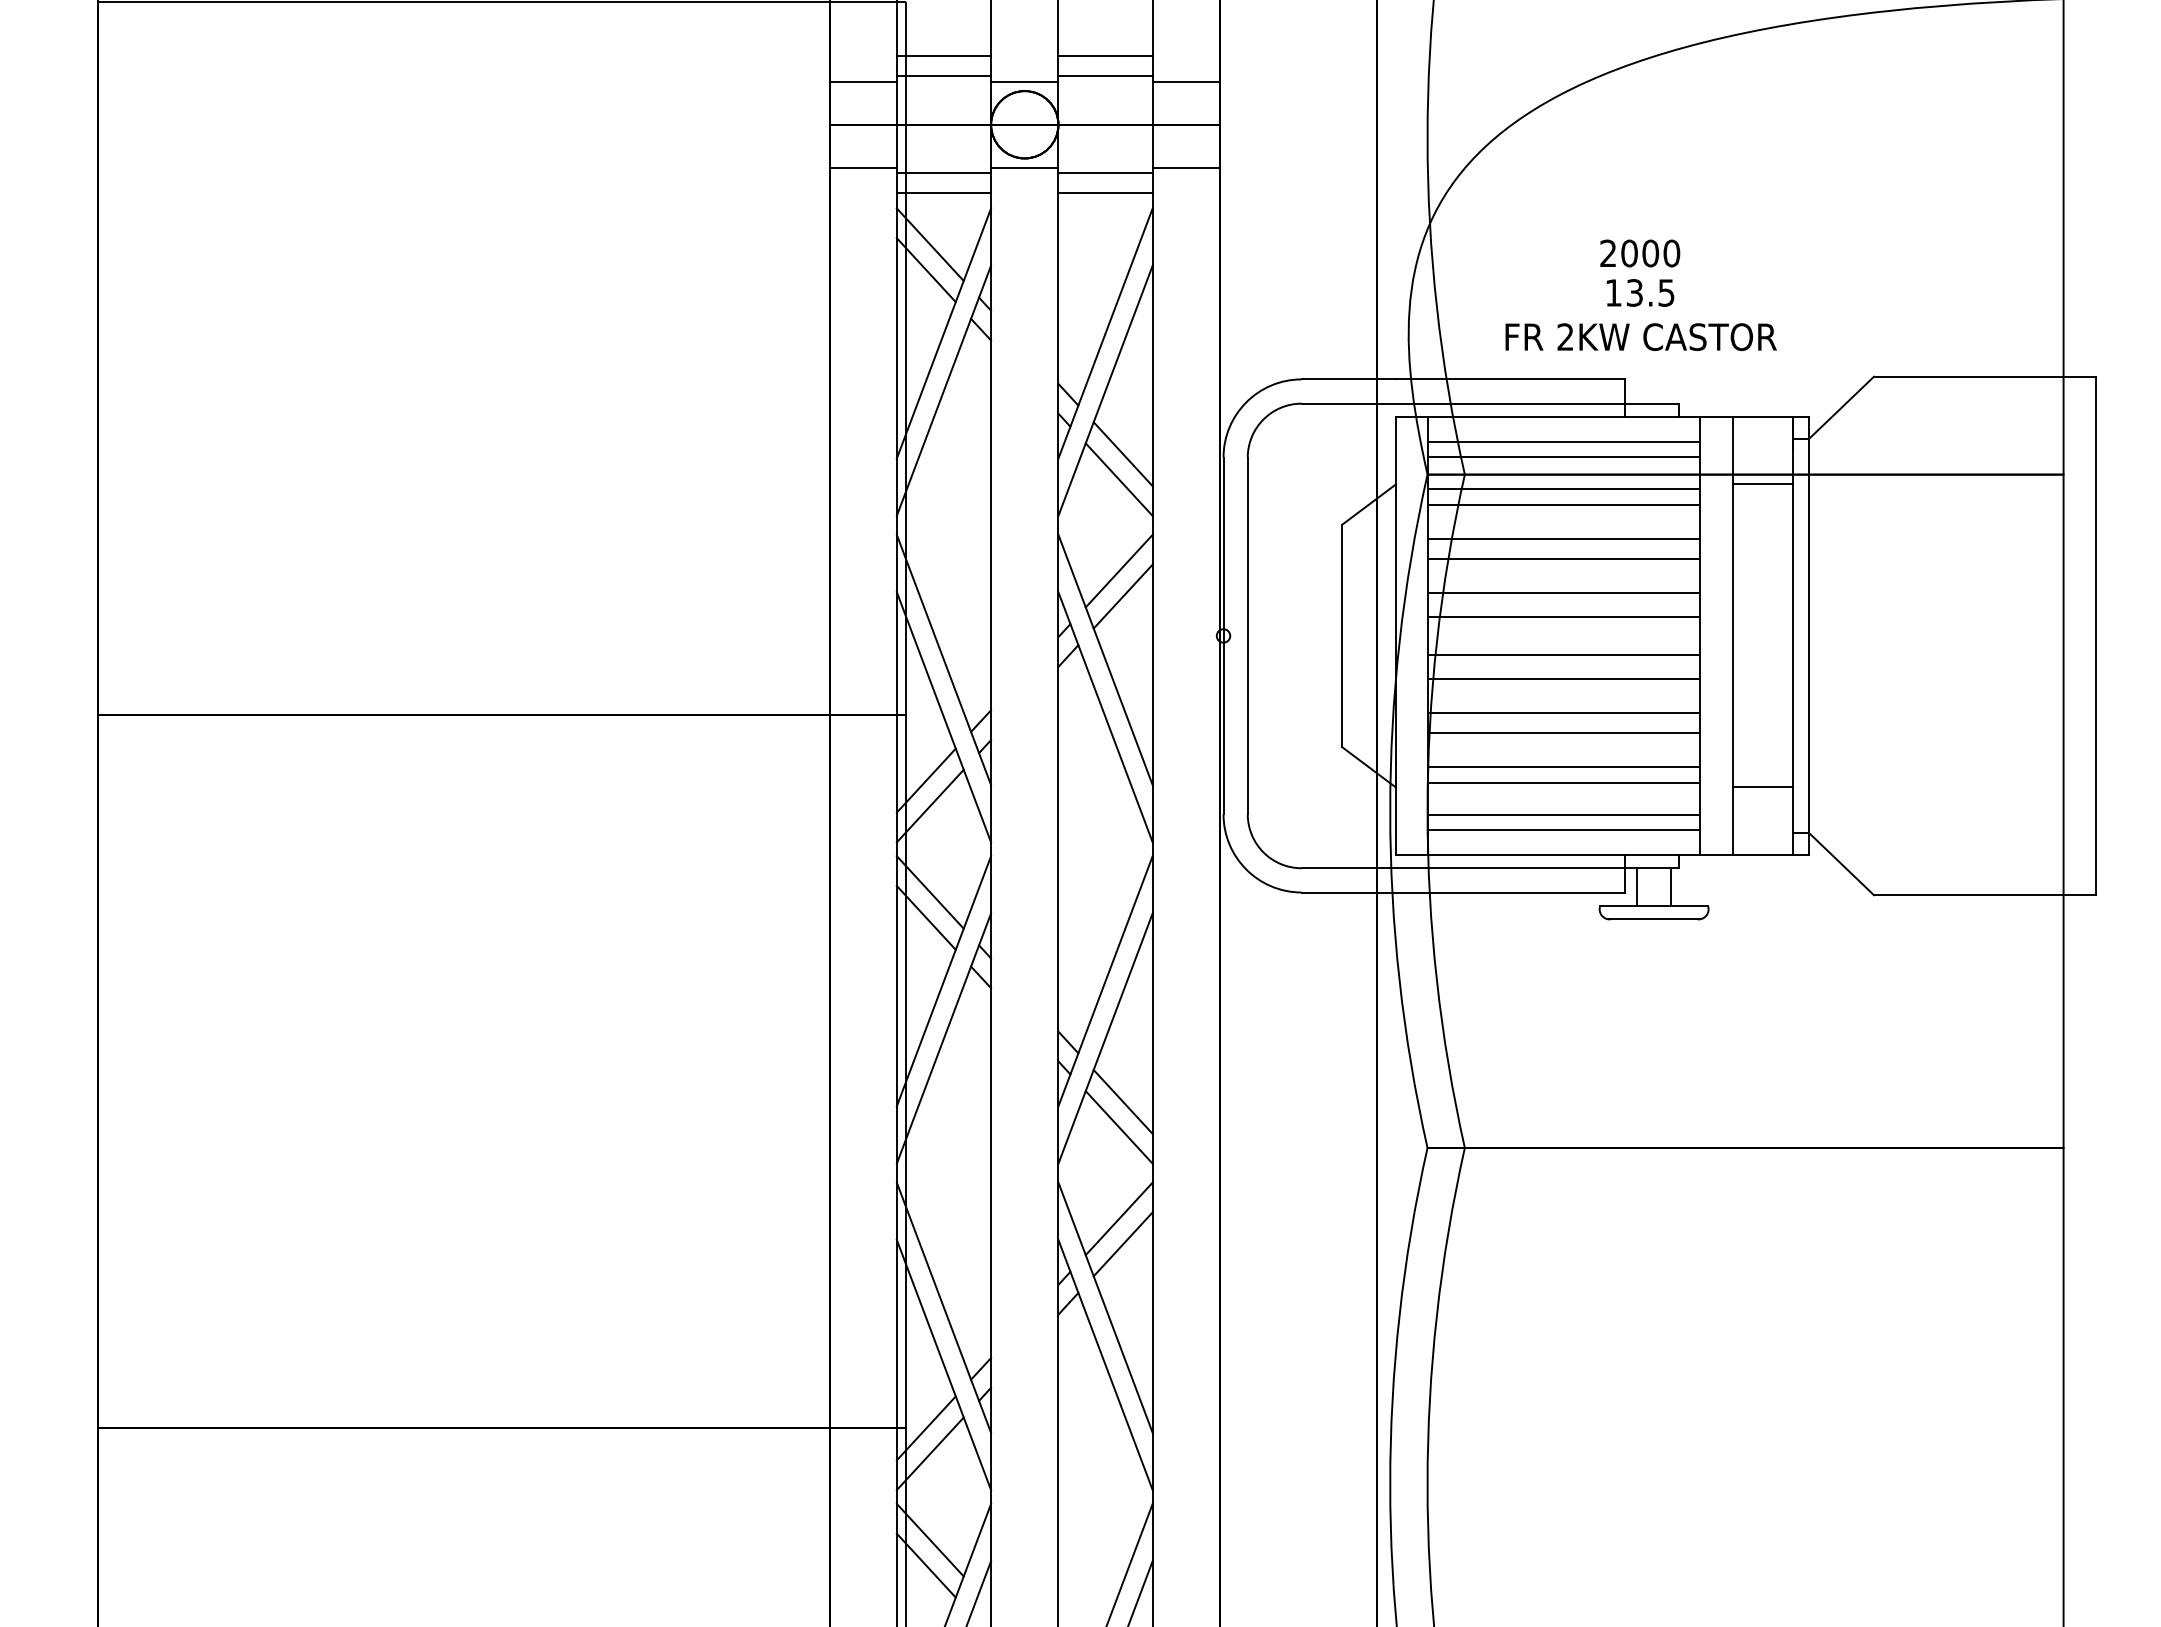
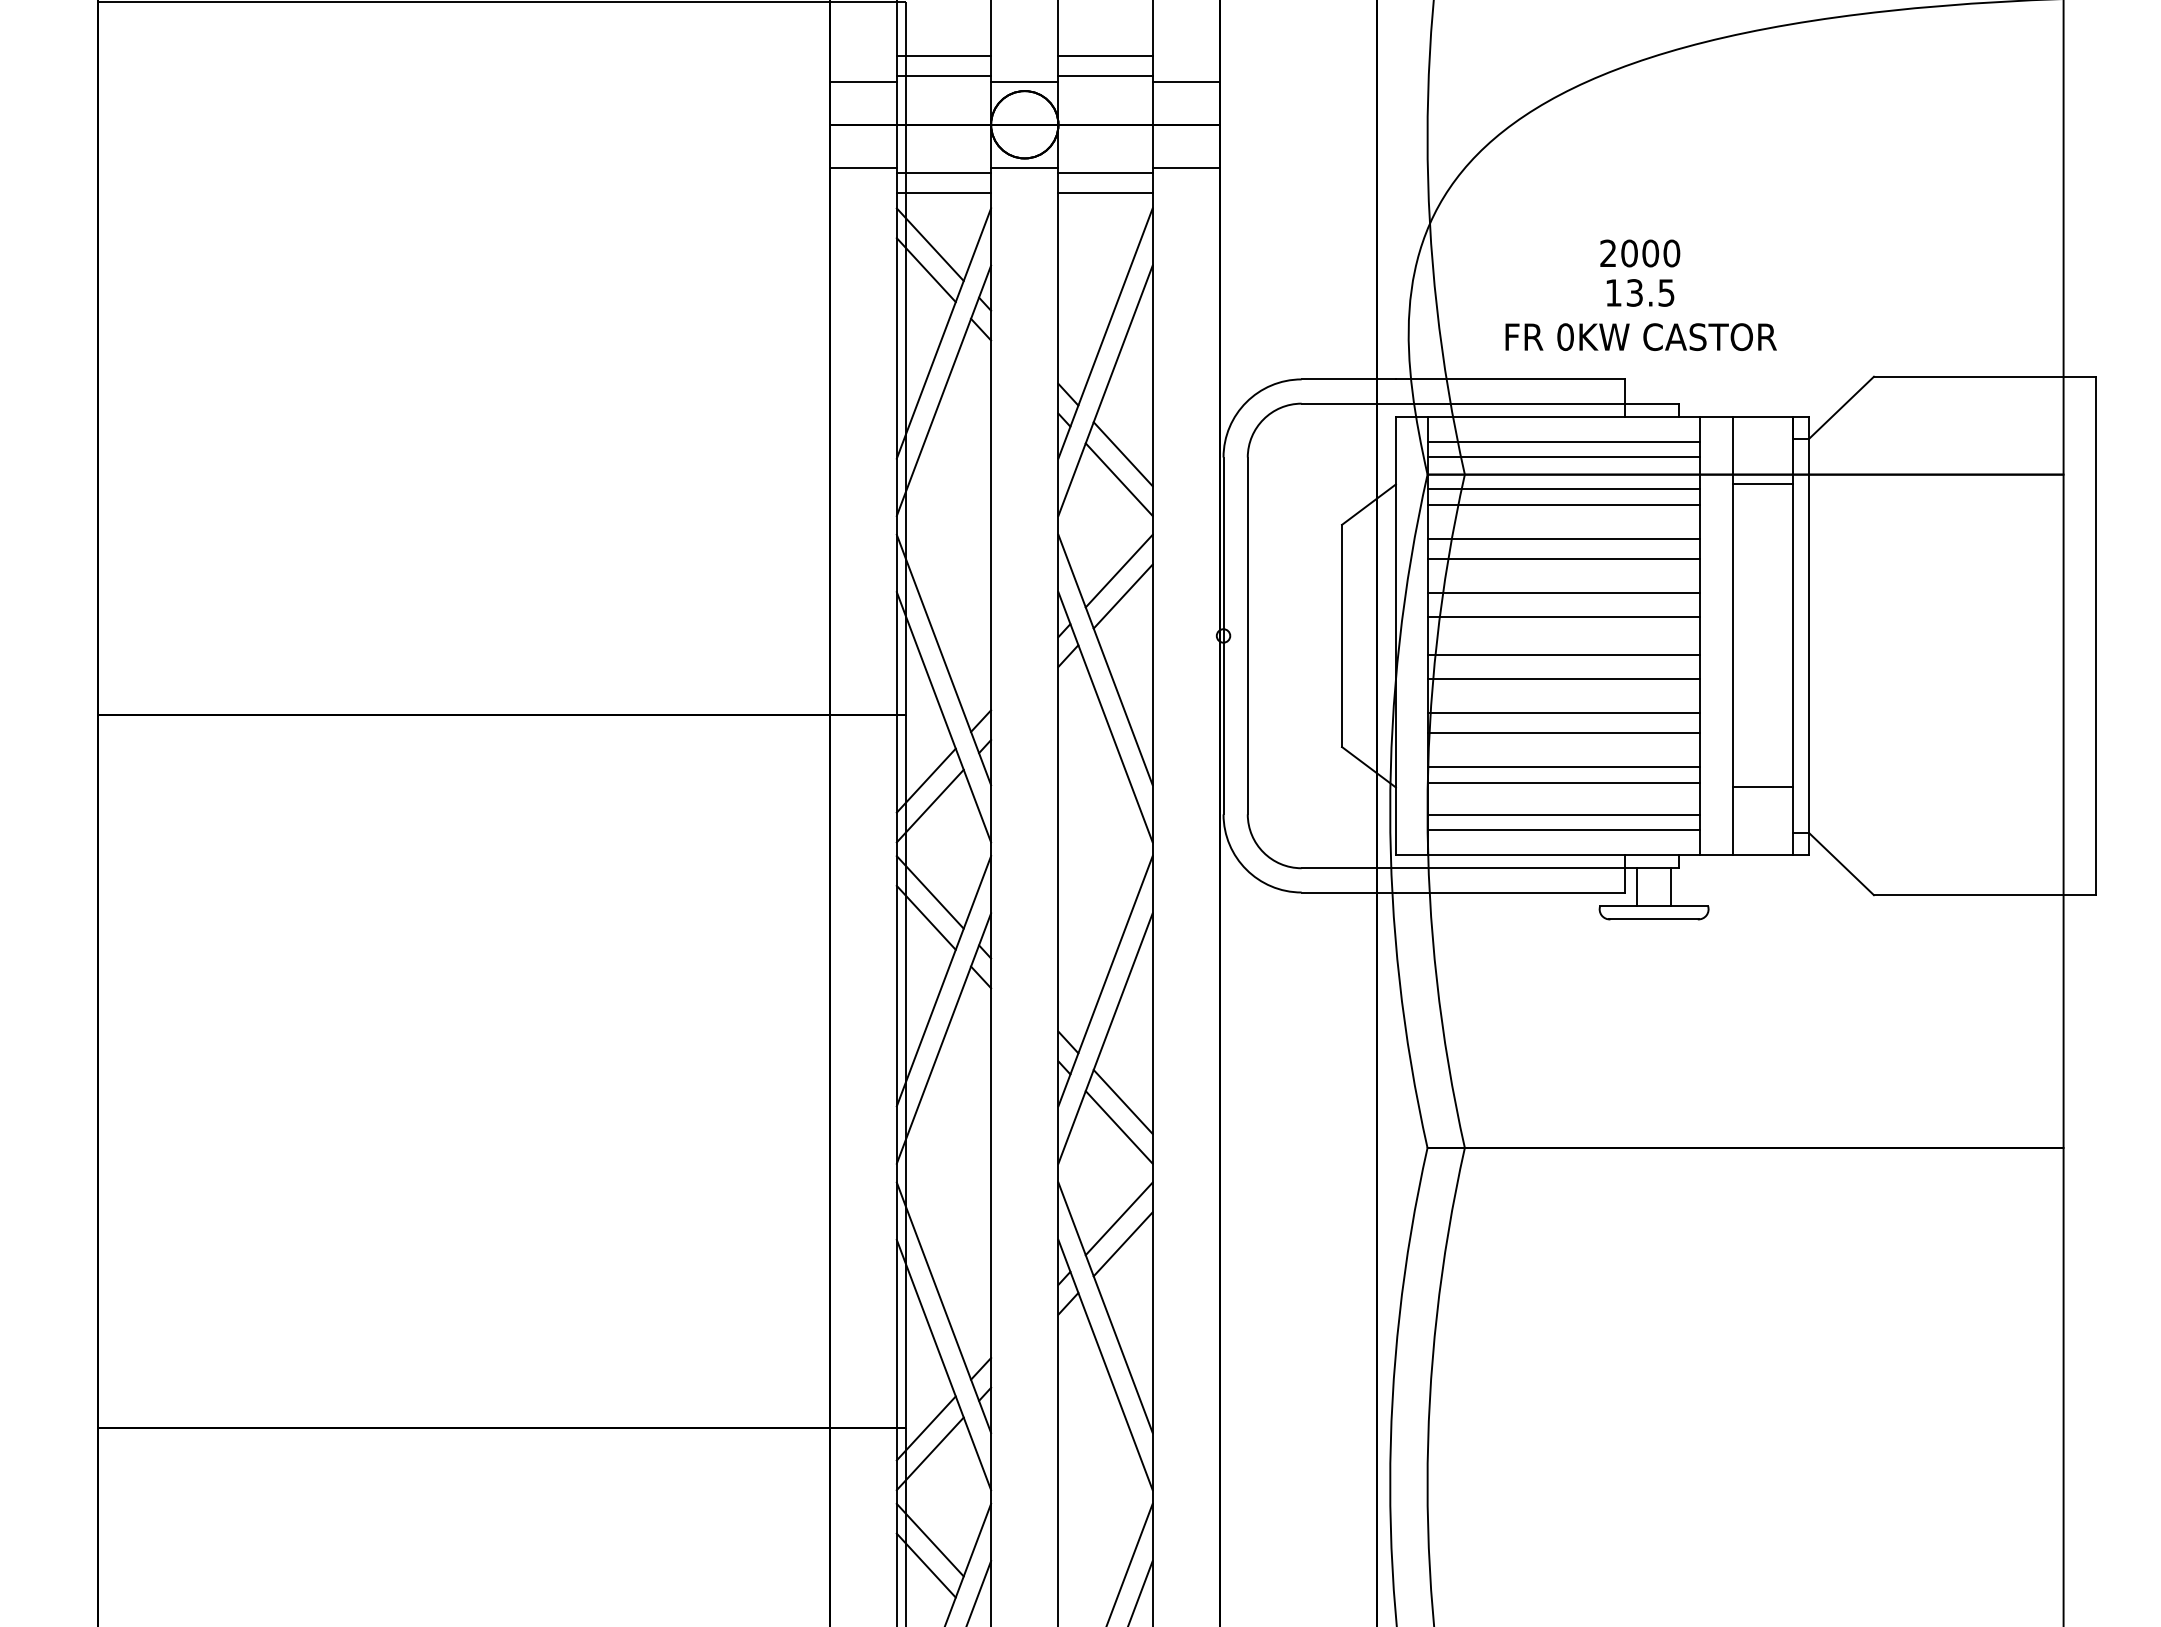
text at (1565, 336): 2KW -> 0KW
